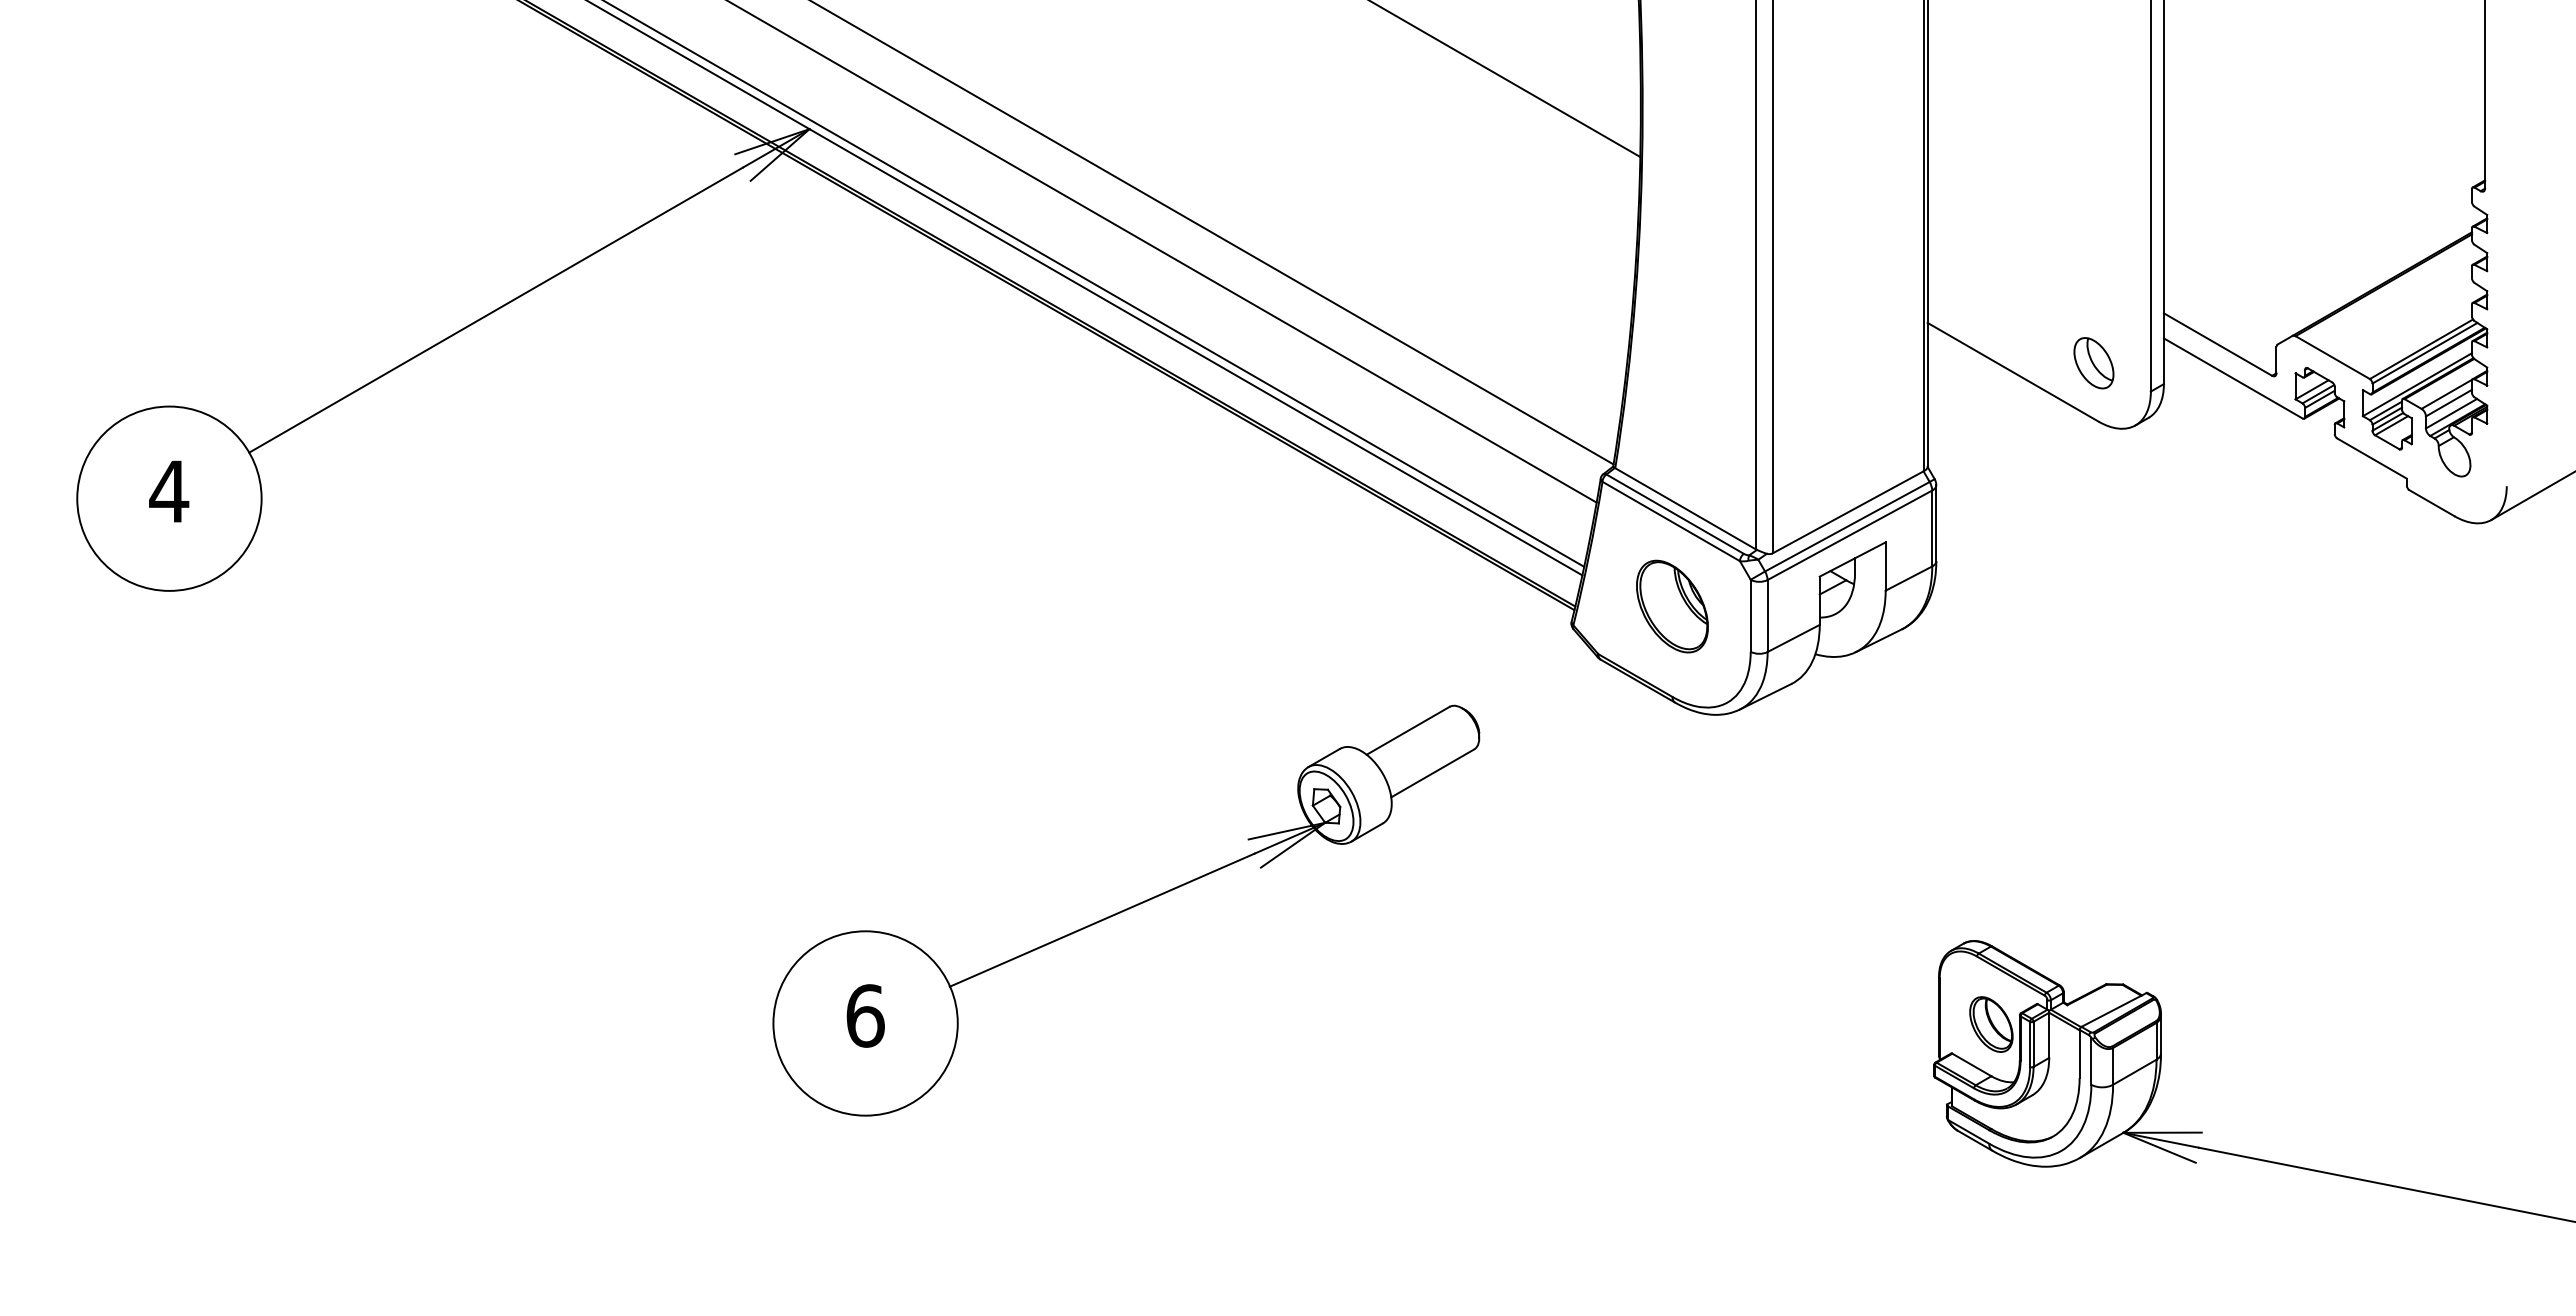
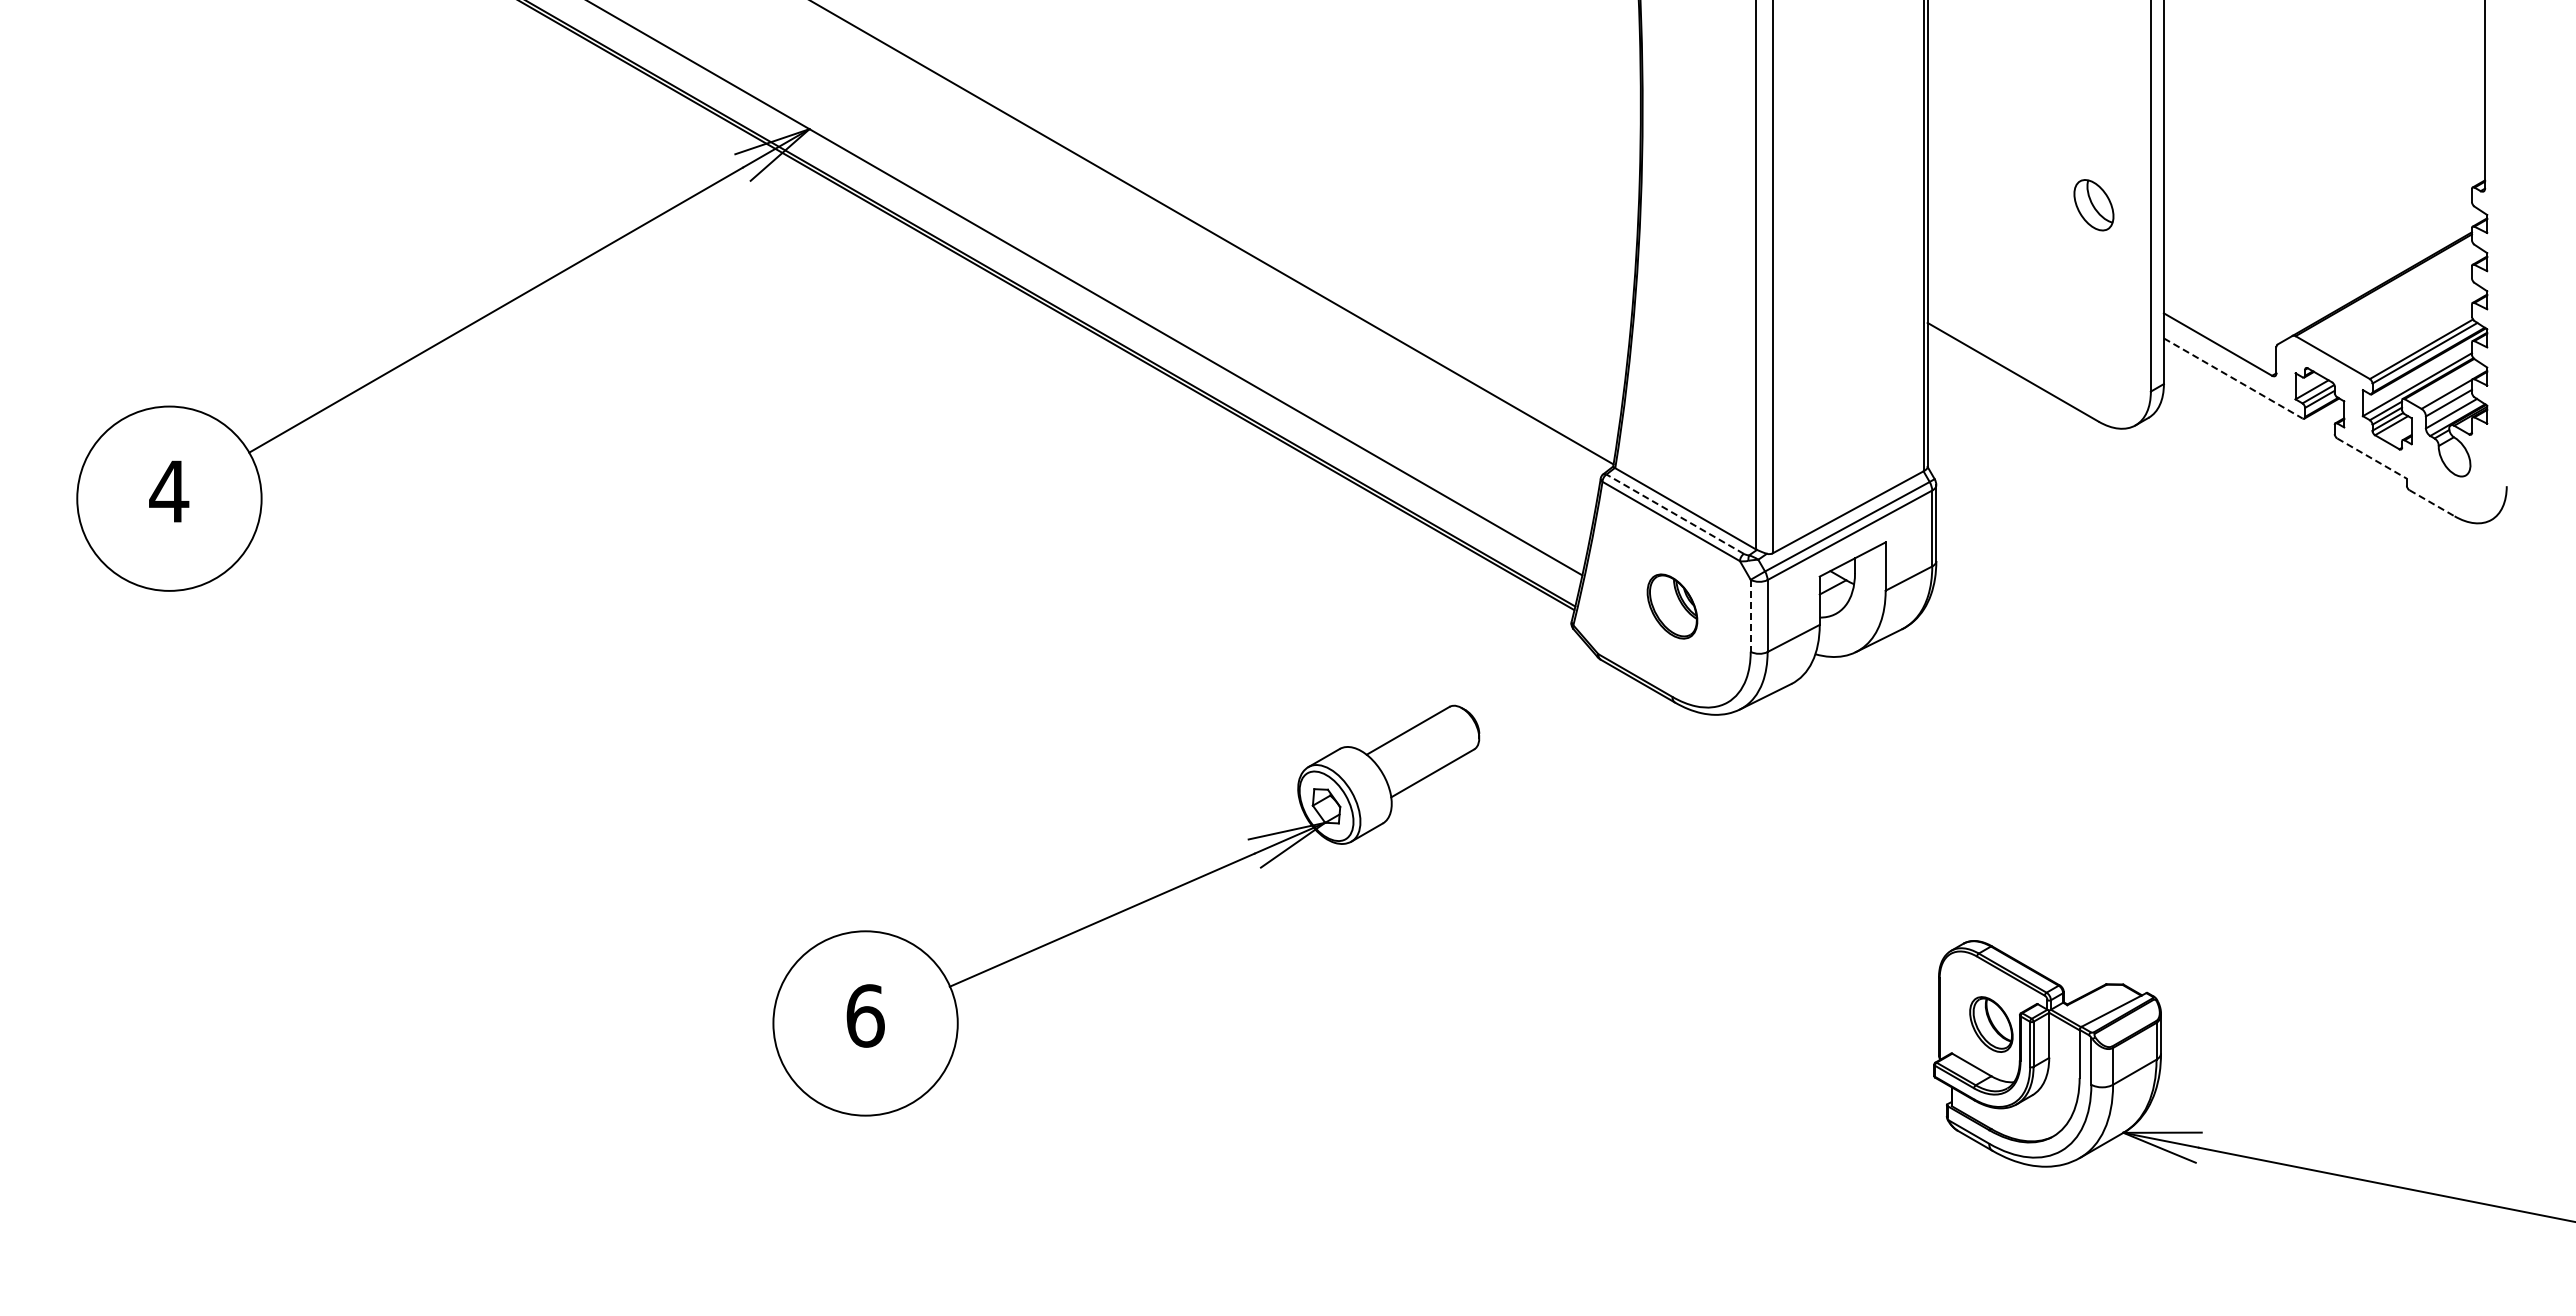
line at (1506, 79): present -> none
line at (1163, 252): present -> none
line at (1095, 284): present -> none
part at (2093, 363) position: (2093, 363) -> (2093, 205)
line at (2233, 378): solid -> dashed
line at (2372, 458): solid -> dashed
line at (2531, 495): present -> none
line at (2432, 503): solid -> dashed
line at (1674, 513): solid -> dashed
part at (1672, 606) size: 73x95 px -> 53x67 px
line at (1750, 615): solid -> dashed
